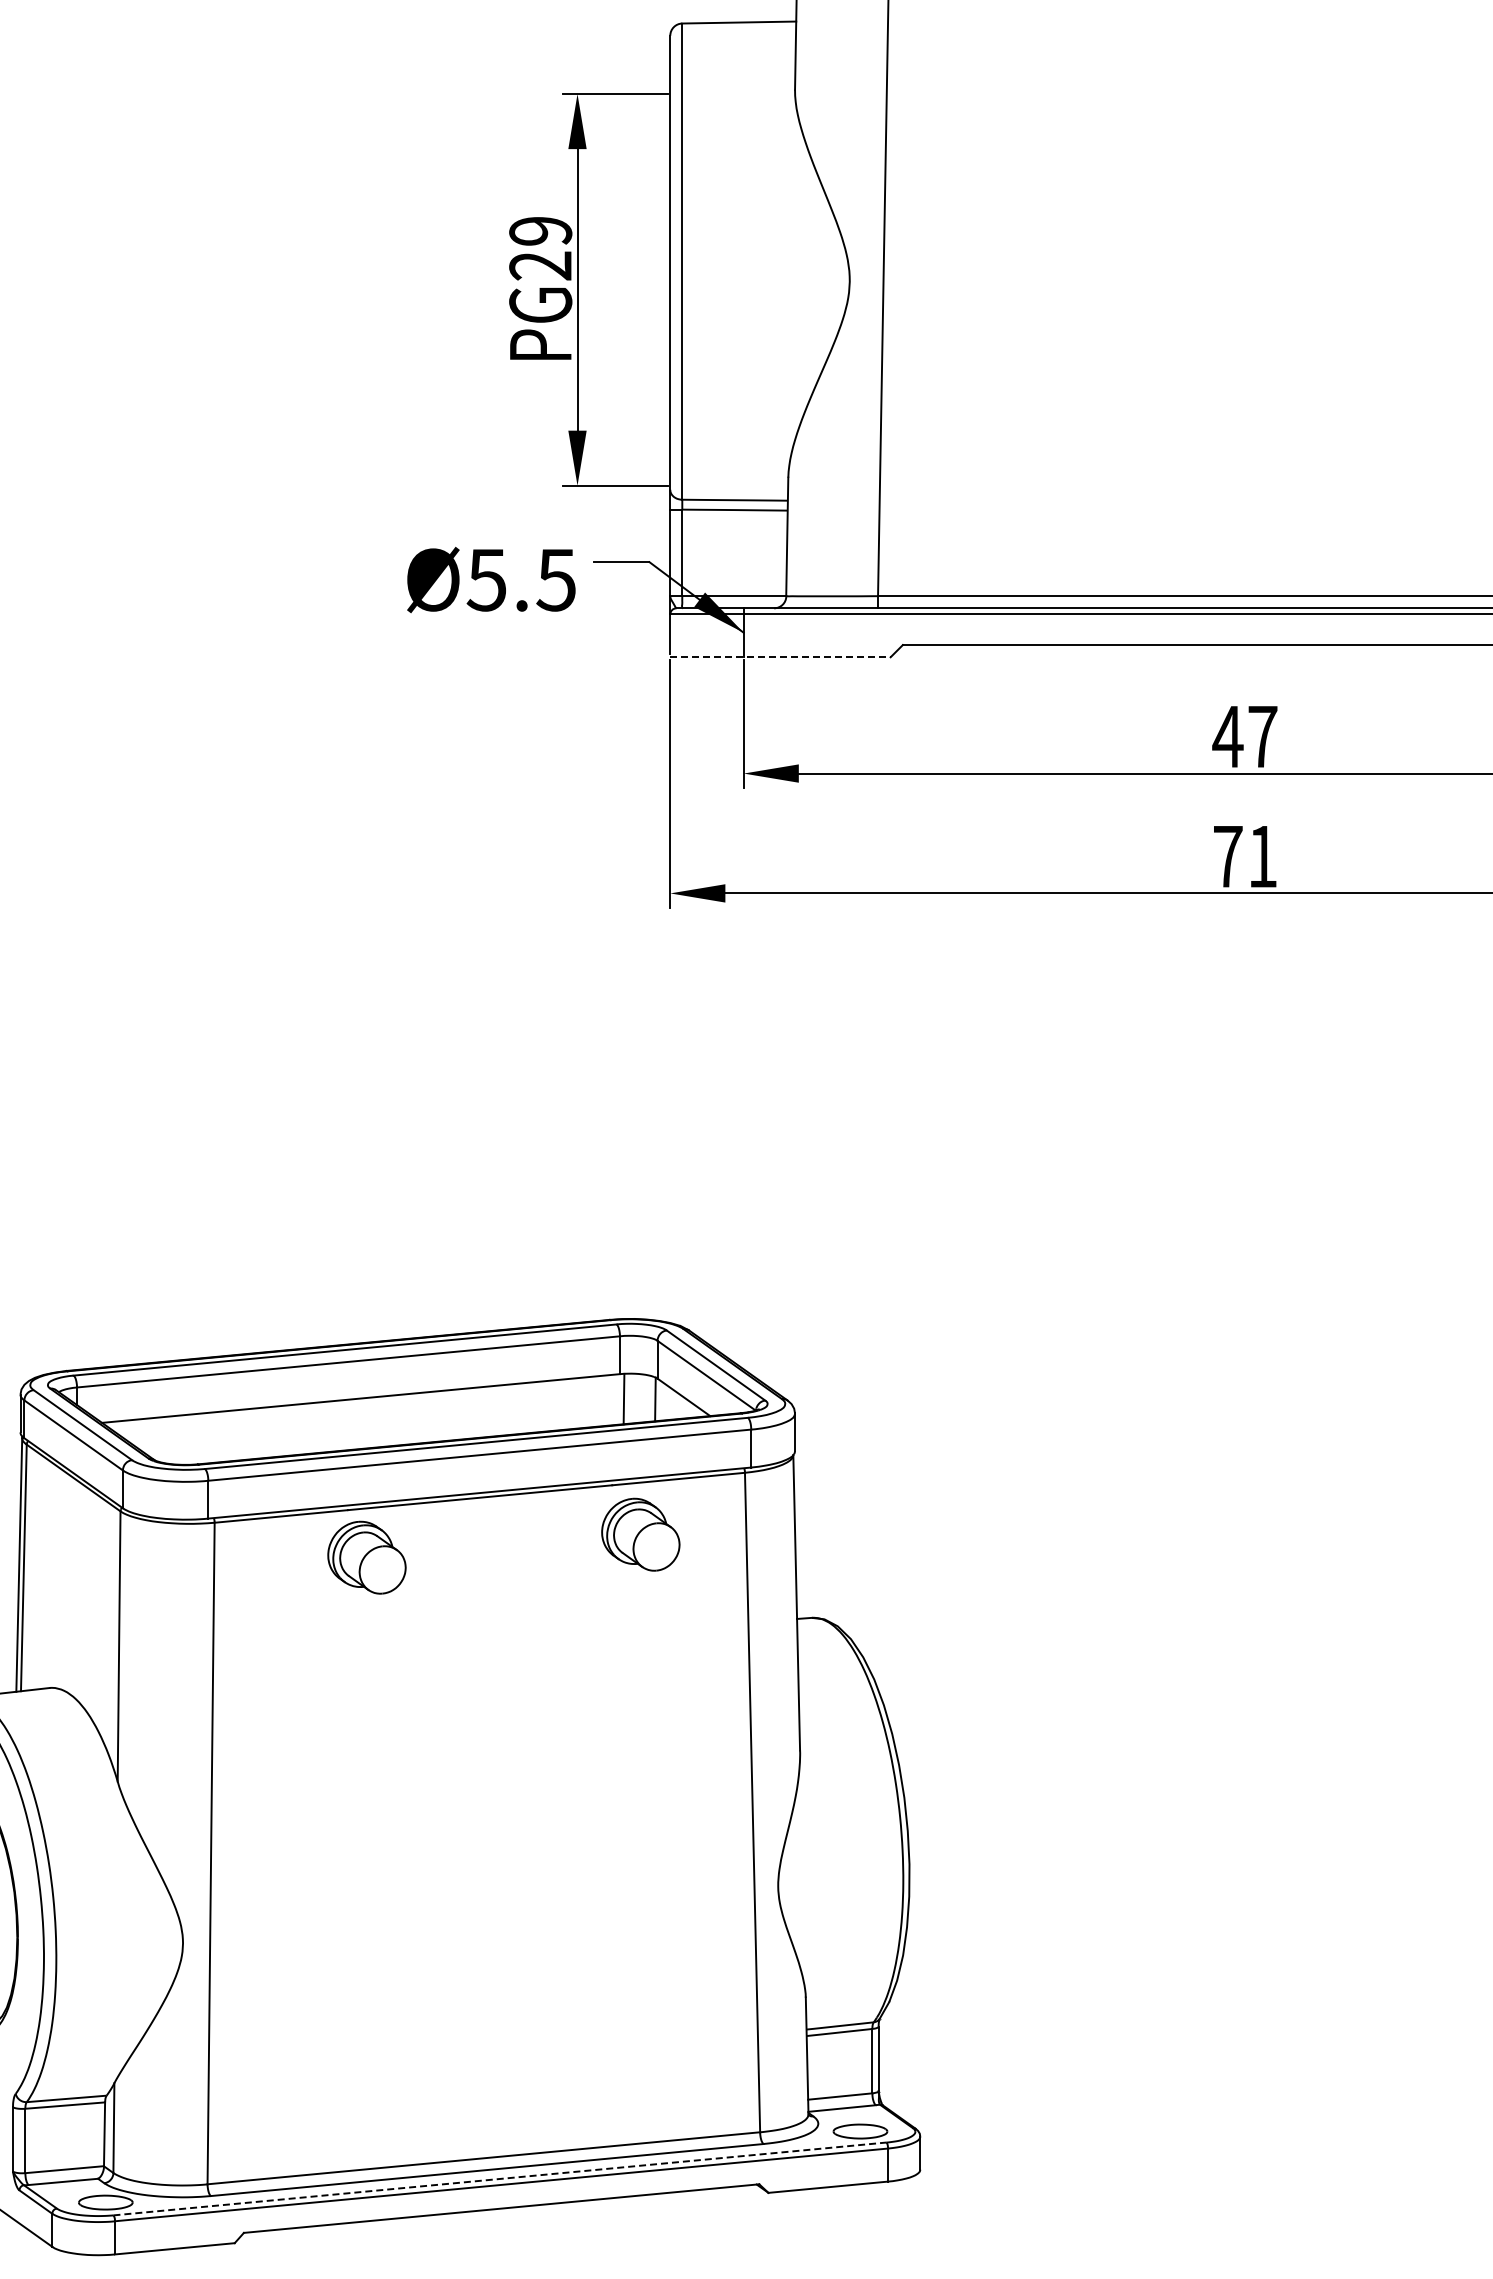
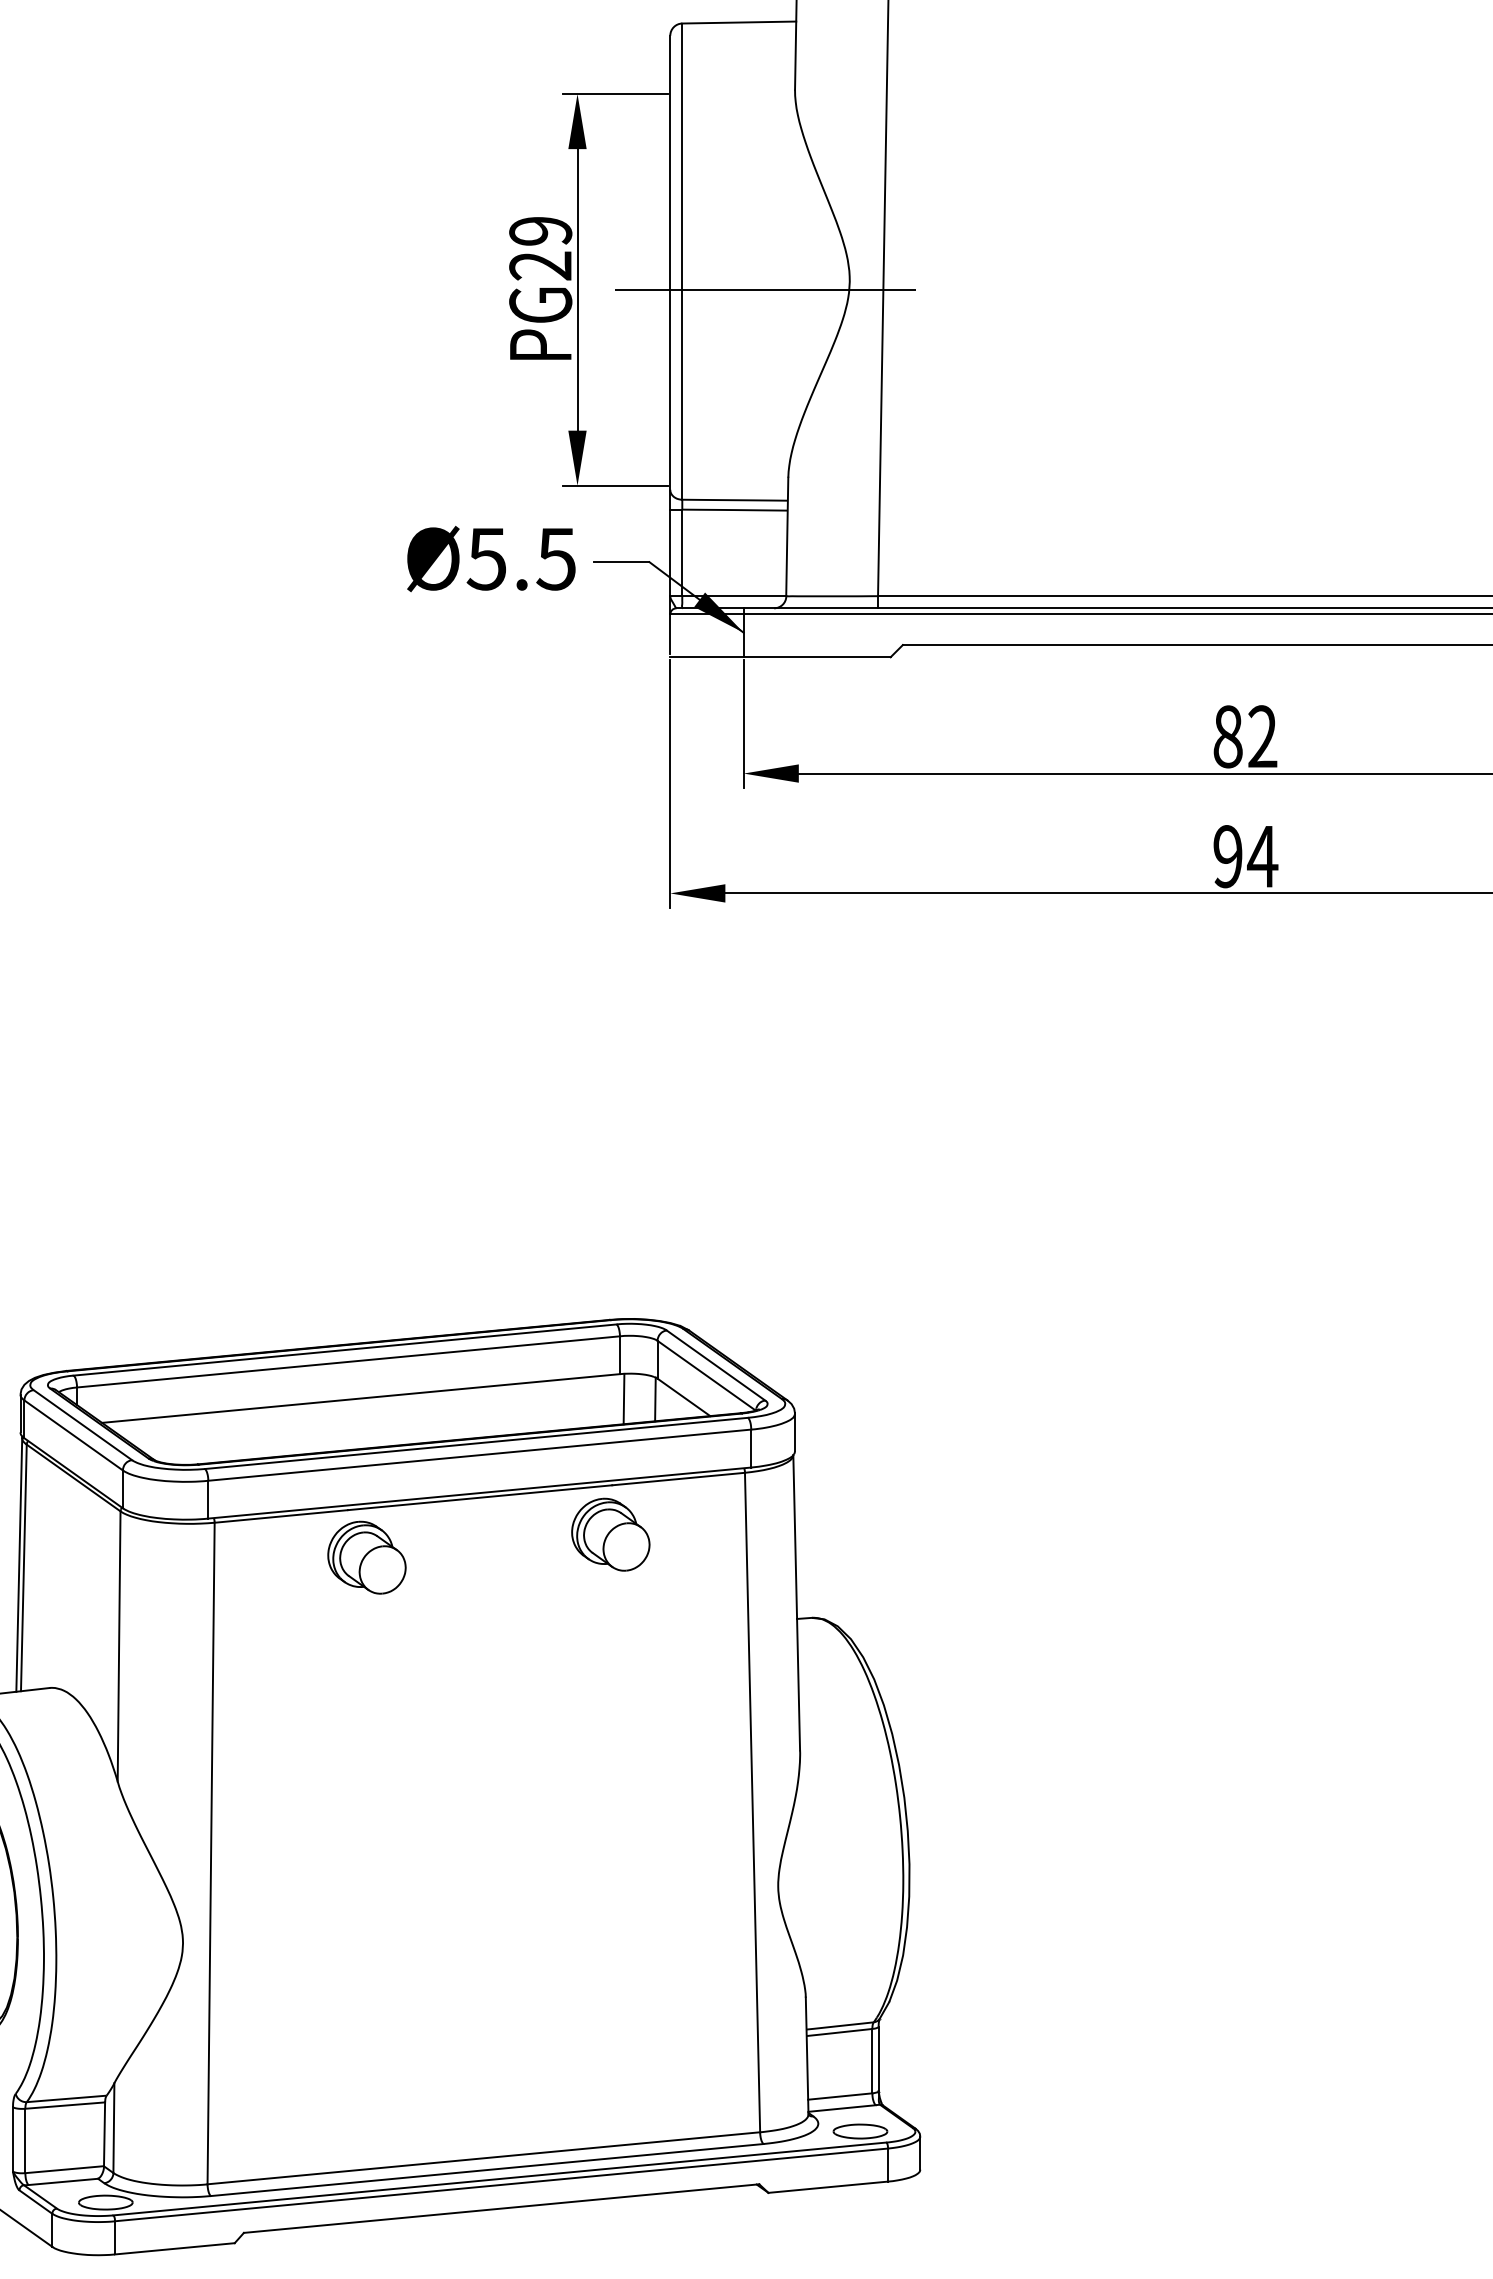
line at (765, 289): none -> present
text at (491, 580) position: (491, 580) -> (491, 559)
line at (780, 657): dashed -> solid
text at (1244, 736): 47 -> 82
text at (1245, 856): 71 -> 94
part at (640, 1534) position: (640, 1534) -> (610, 1534)
line at (500, 2178): dashed -> solid
